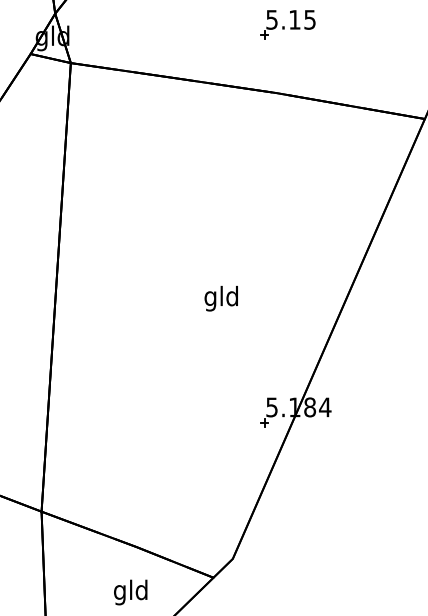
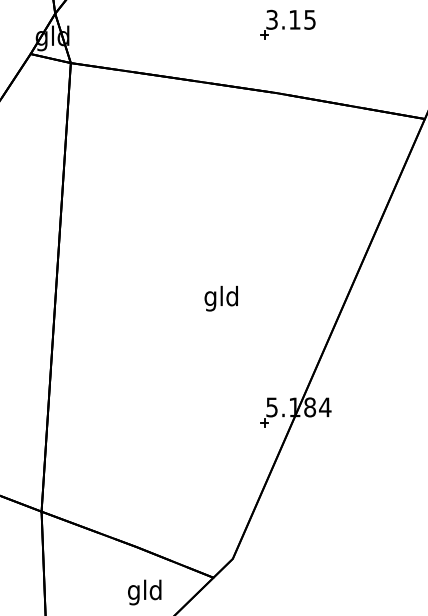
text at (271, 19): 5.15 -> 3.15
text at (130, 592) position: (130, 592) -> (144, 592)
